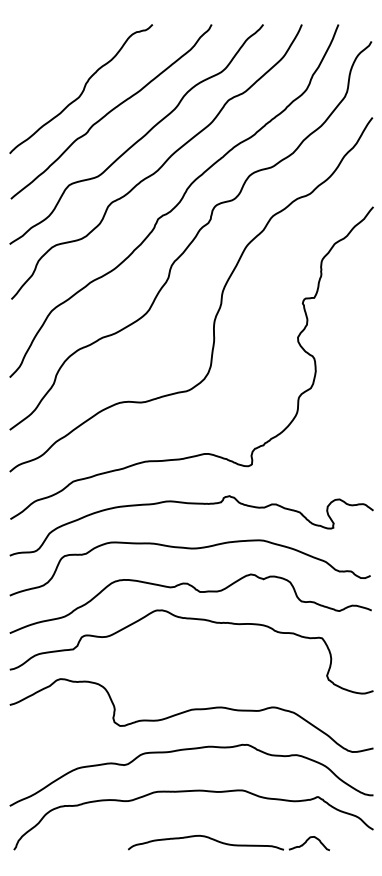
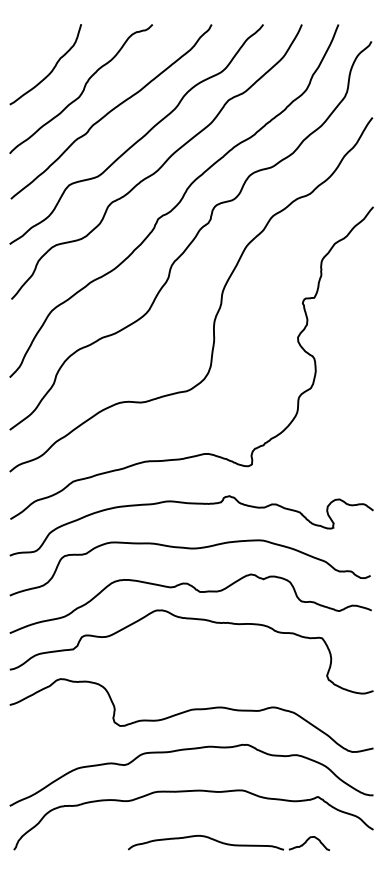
curve at (52, 68): none -> present
